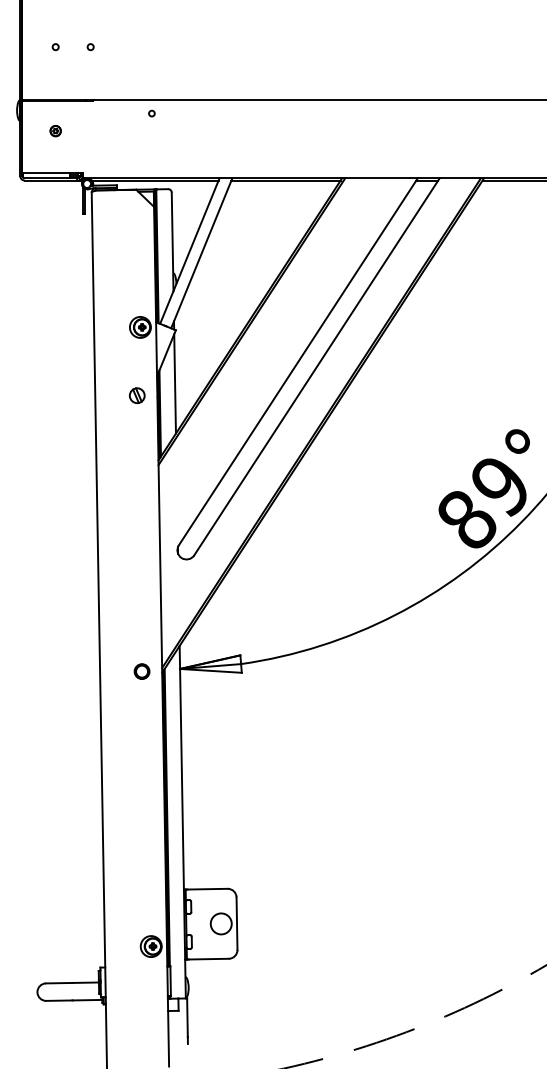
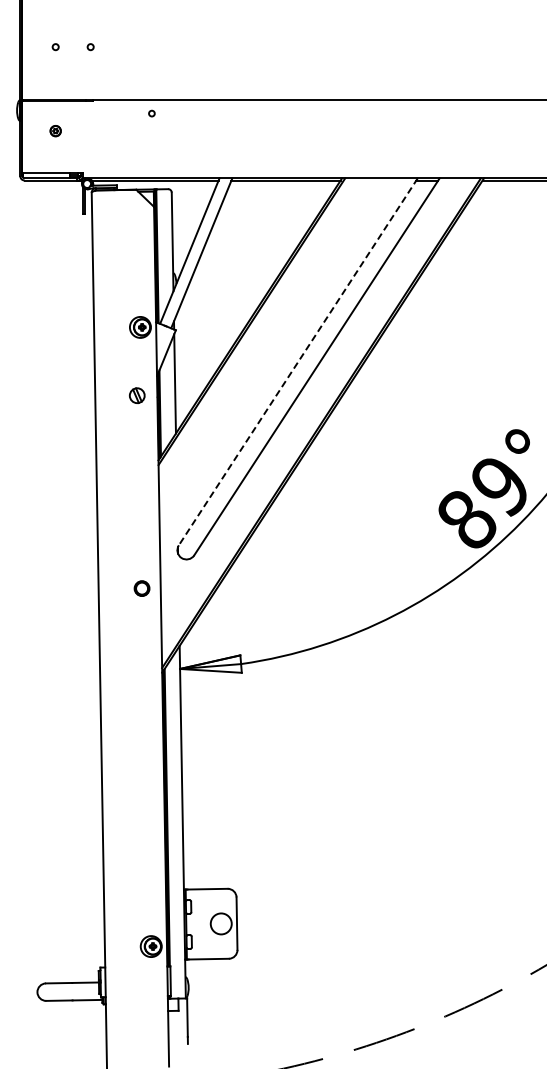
line at (298, 361): solid -> dashed
part at (141, 671) position: (141, 671) -> (141, 588)
